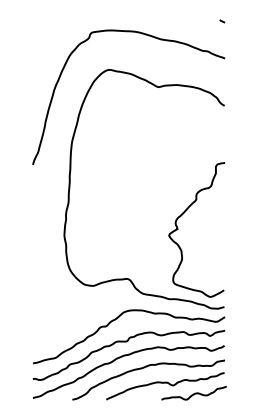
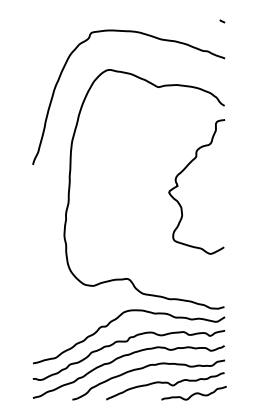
curve at (178, 229) position: (178, 229) -> (178, 186)
